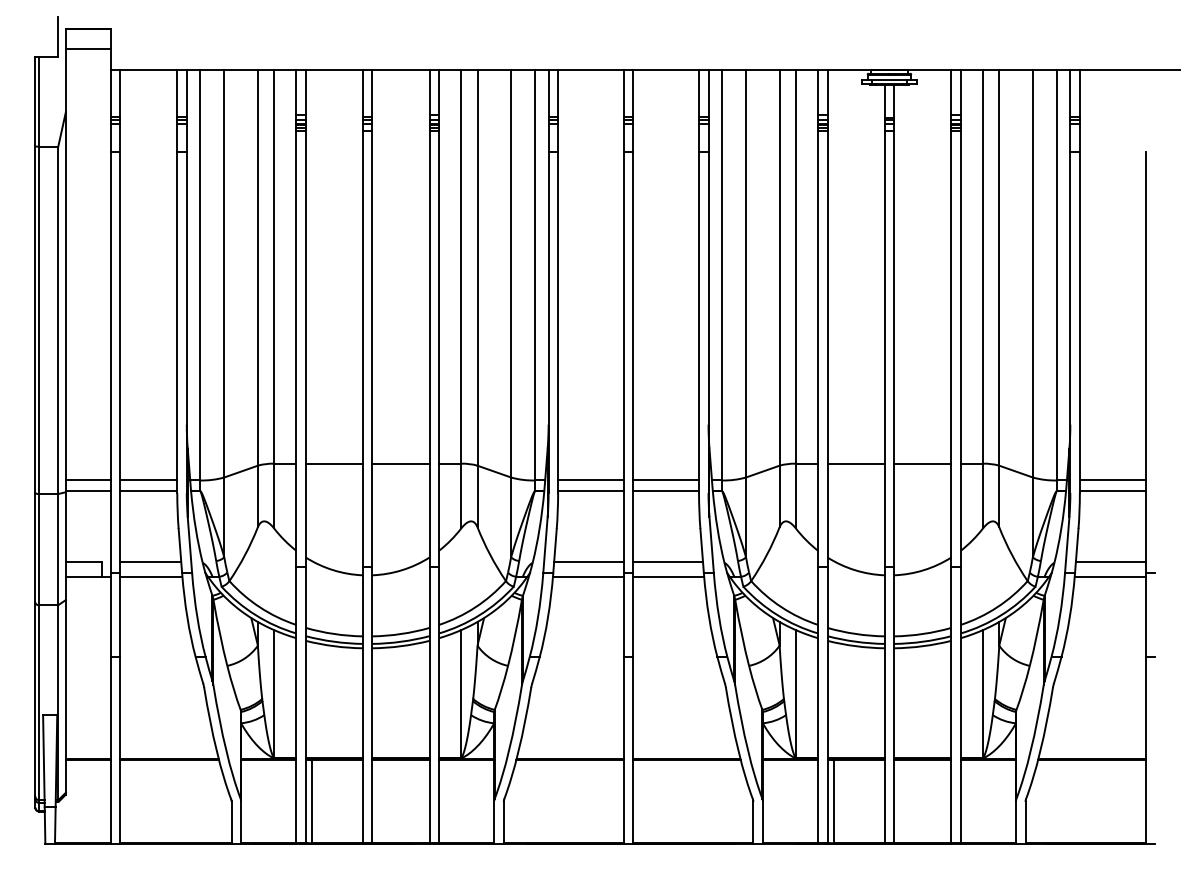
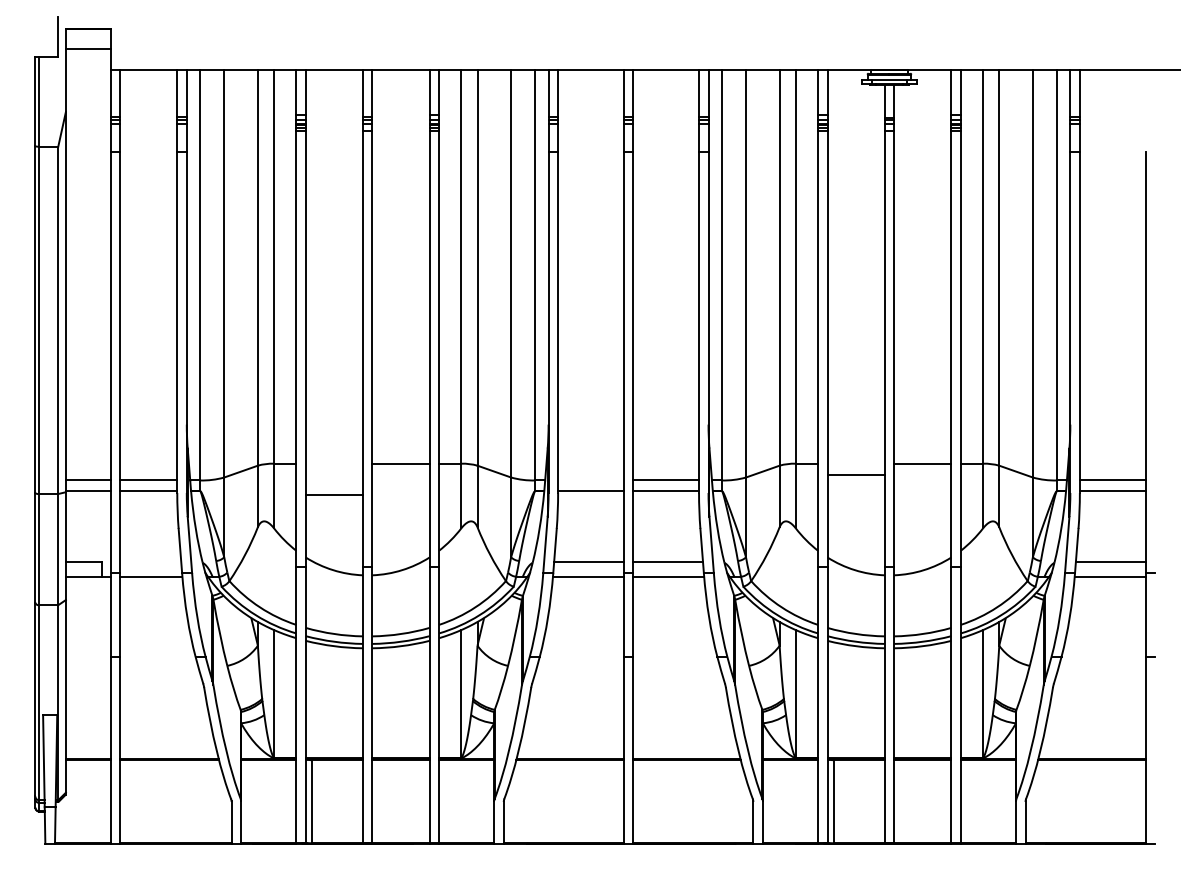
line at (333, 463) position: (333, 463) -> (333, 494)
line at (855, 463) position: (855, 463) -> (855, 474)
line at (590, 480): present -> none
line at (150, 562): present -> none
